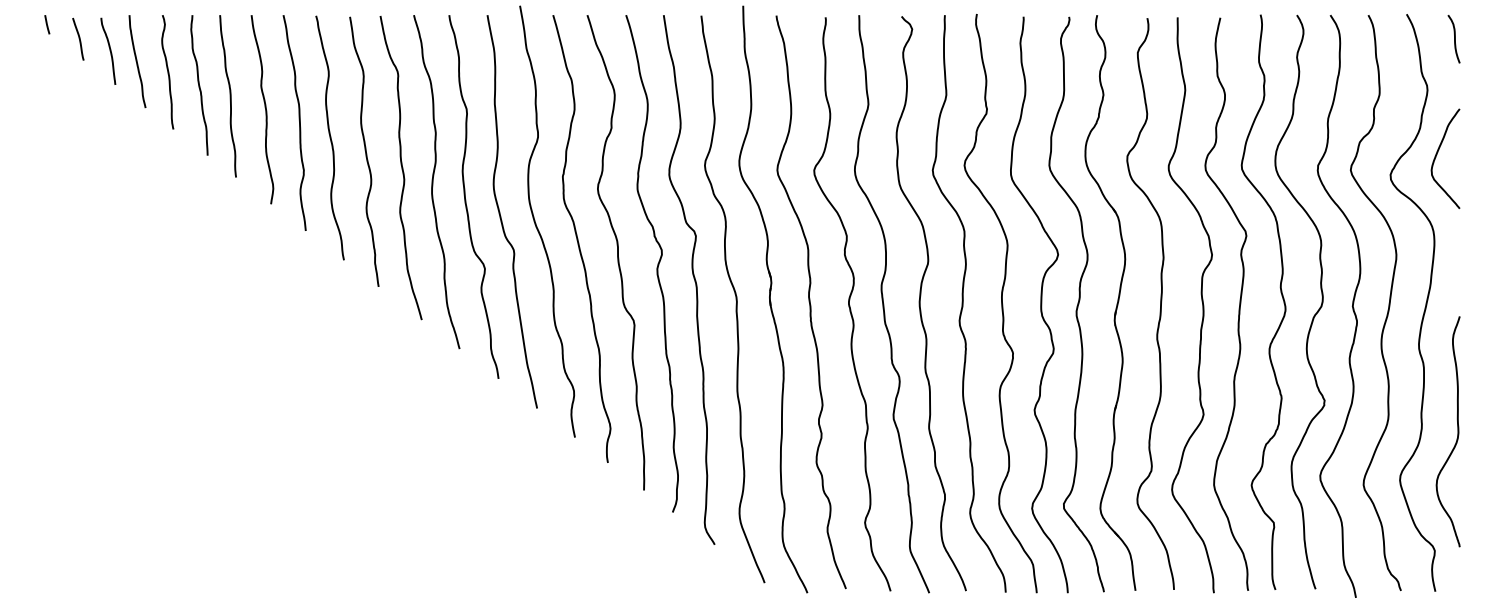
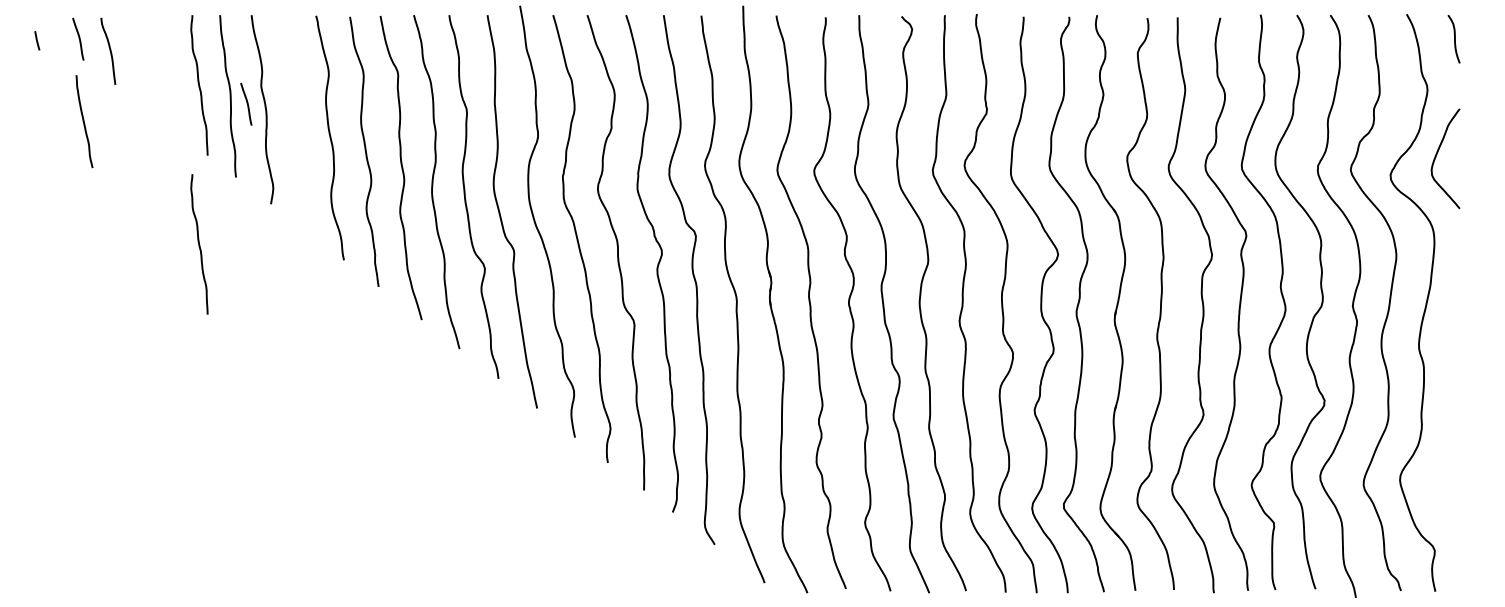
line at (47, 24) position: (47, 24) -> (37, 40)
curve at (137, 61) position: (137, 61) -> (84, 121)
curve at (167, 72): present -> none
curve at (246, 103): none -> present
curve at (298, 119): present -> none
curve at (199, 244): none -> present
curve at (1457, 431): present -> none
